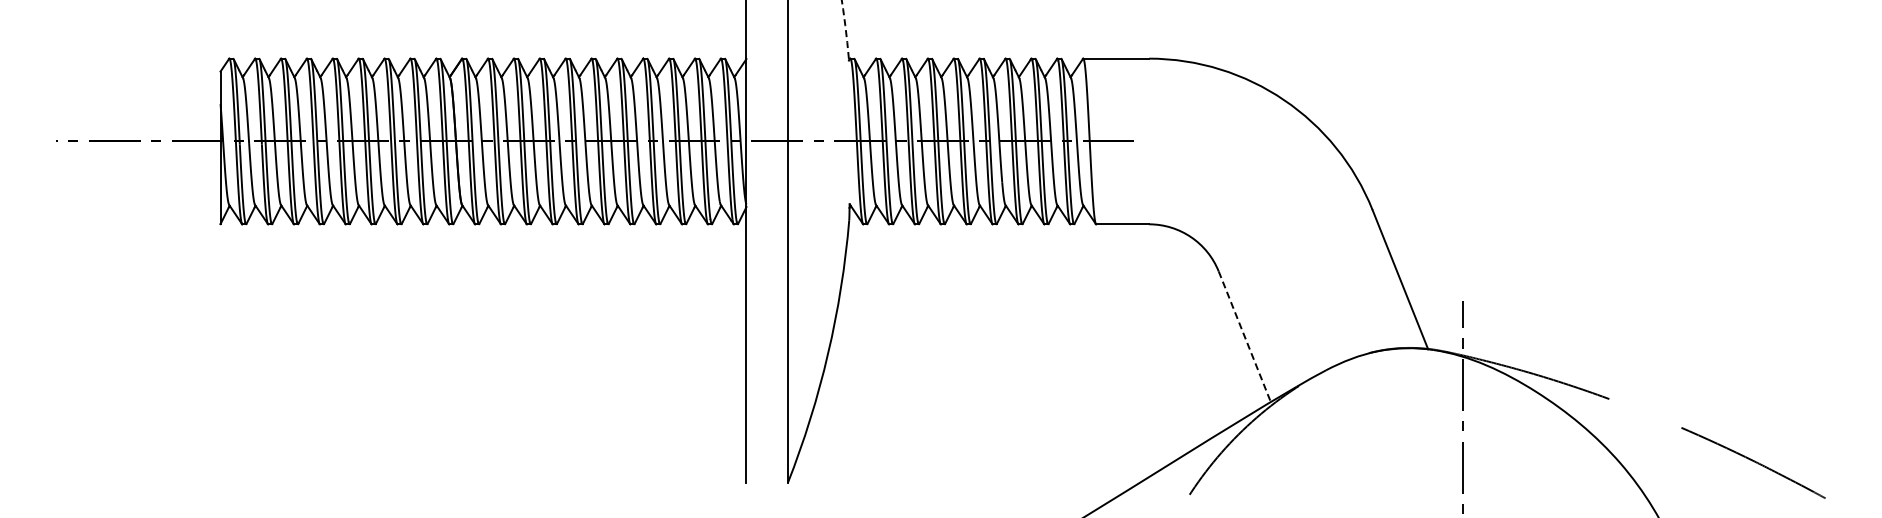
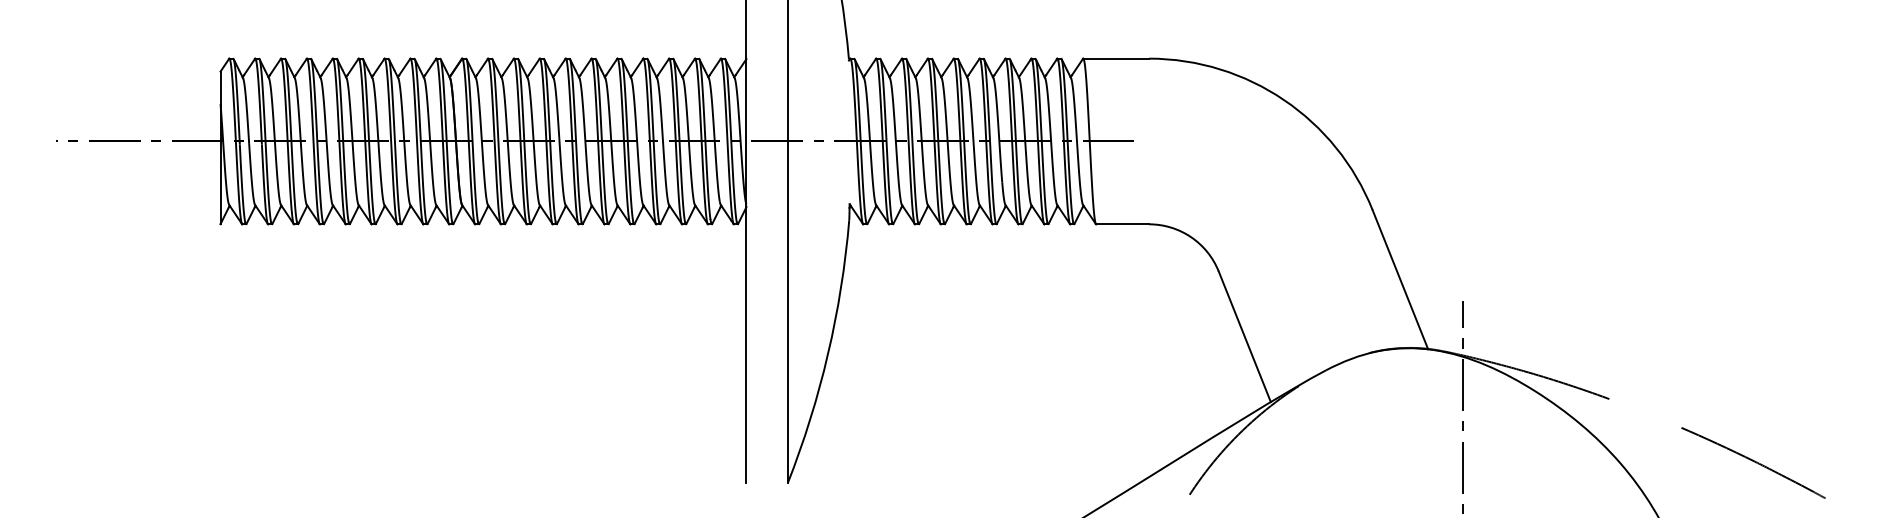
arc at (845, 28): dashed -> solid
line at (1244, 337): dashed -> solid
